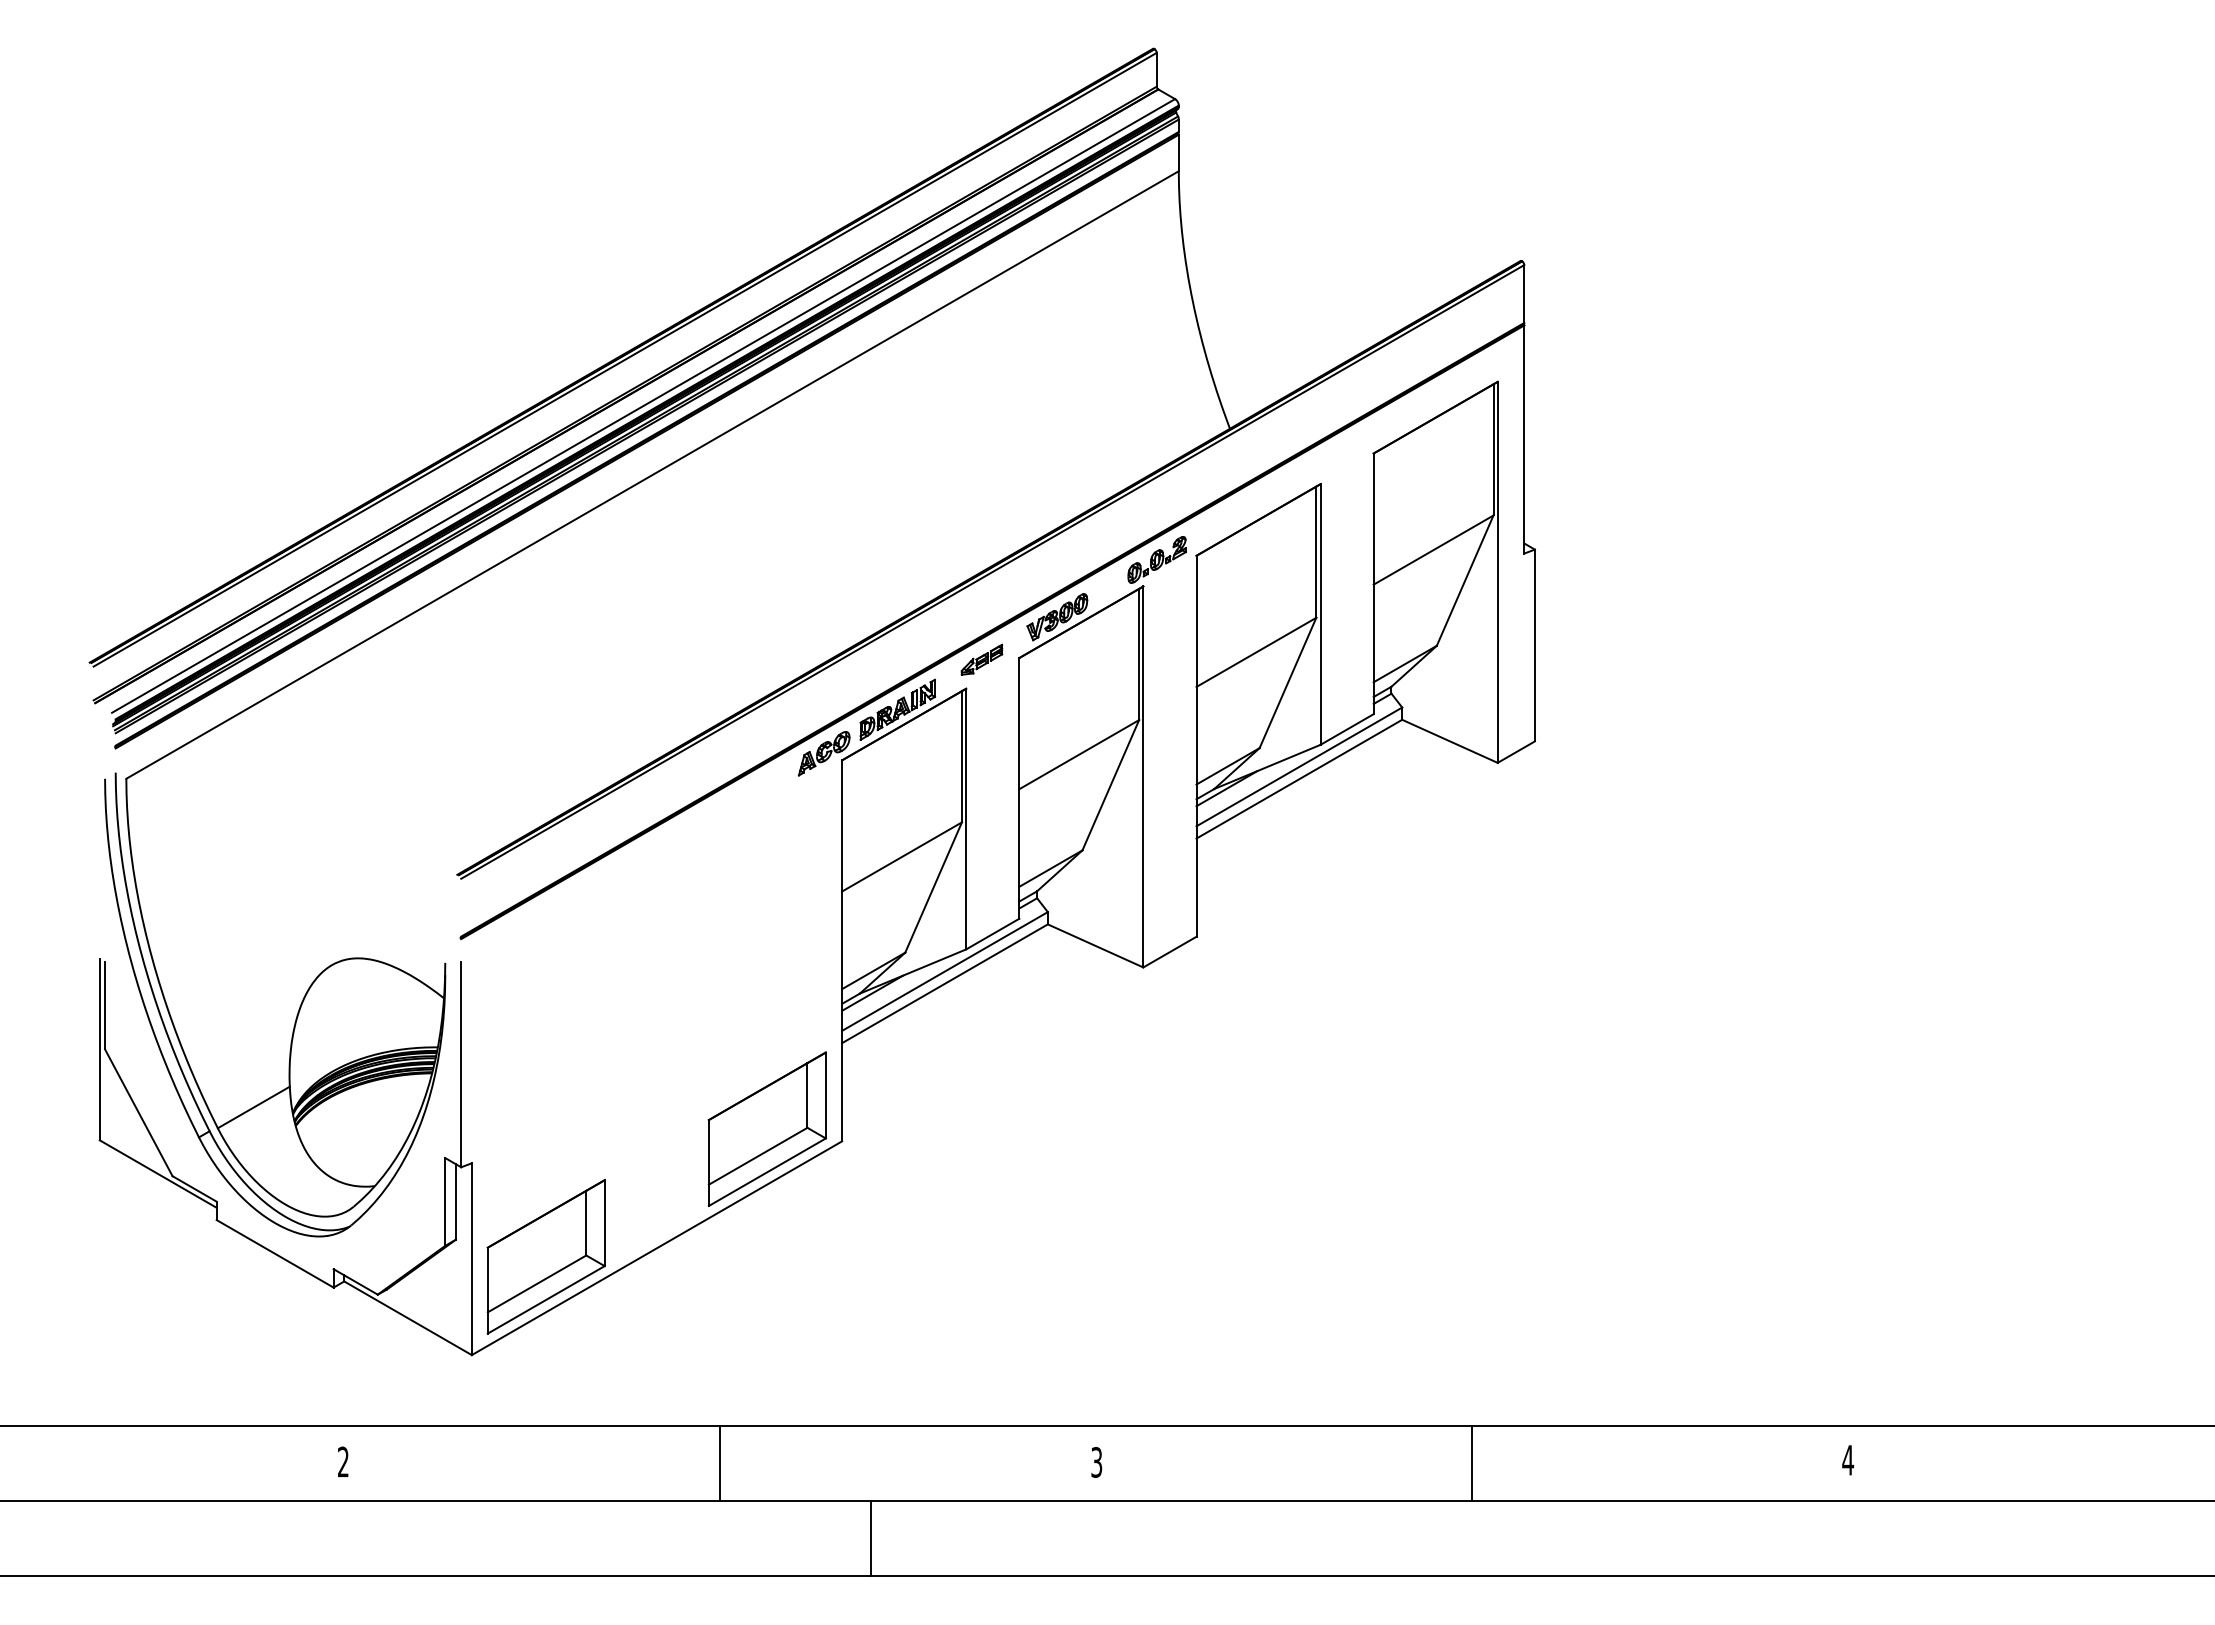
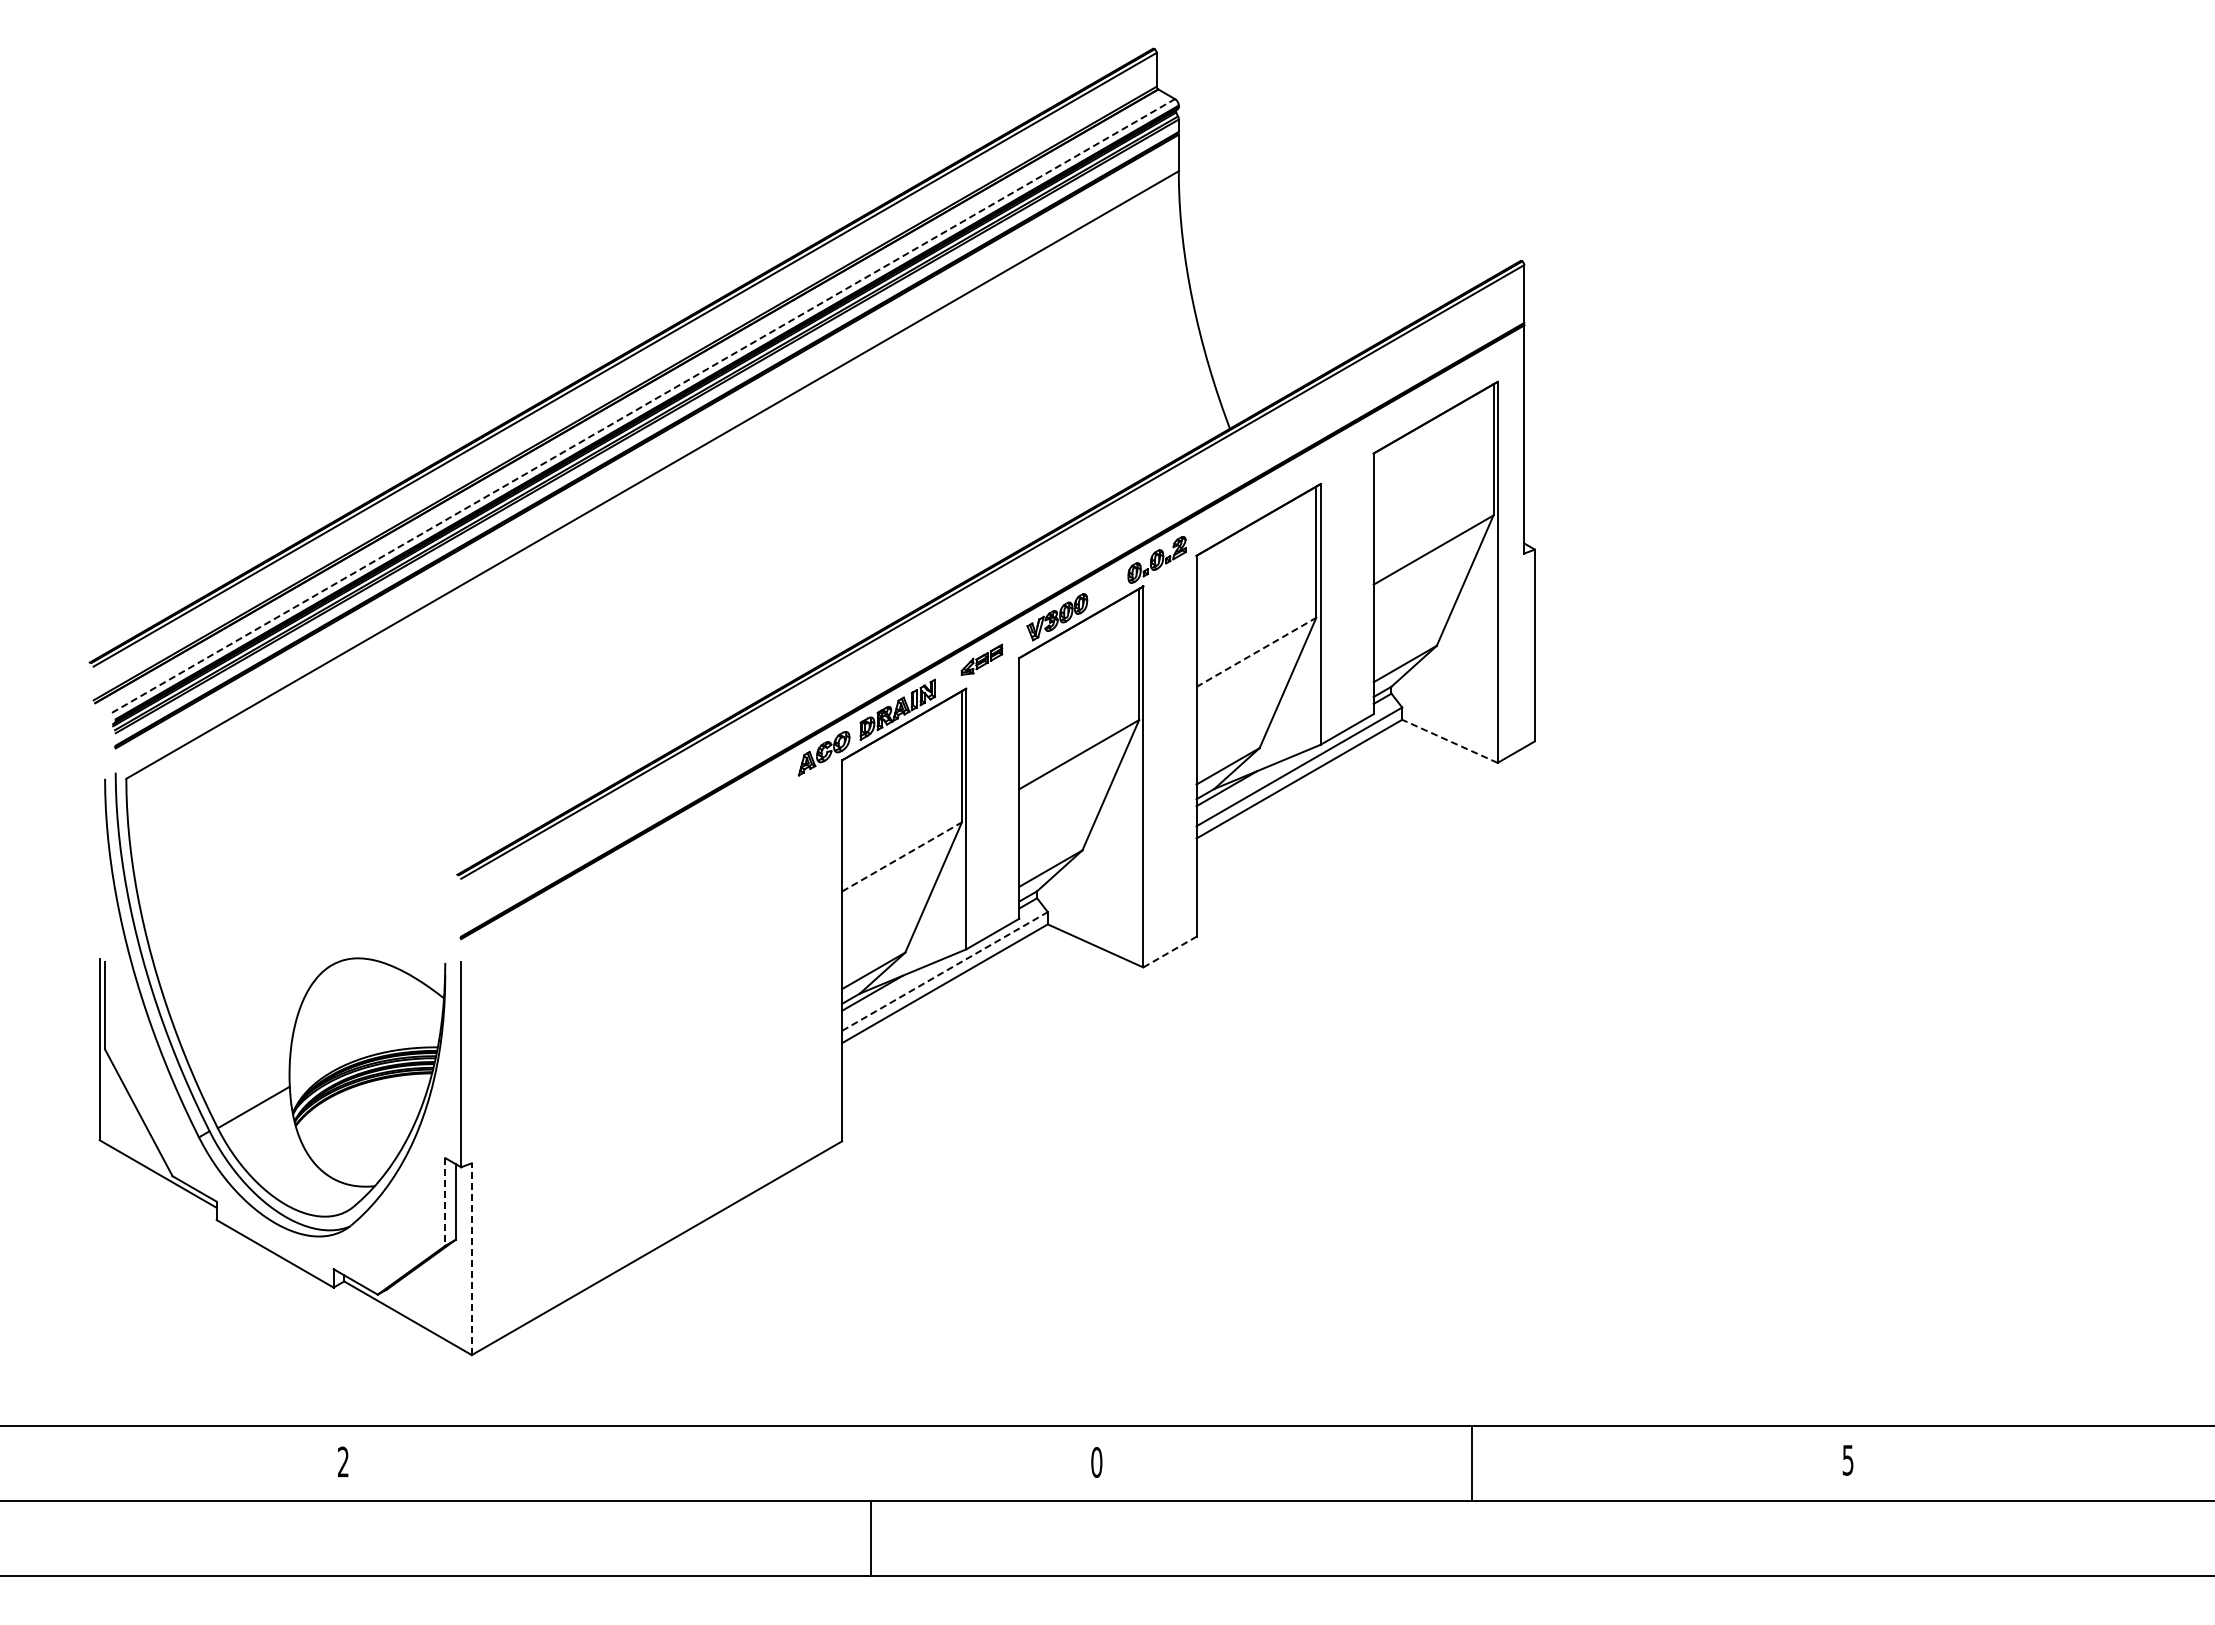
line at (643, 405): solid -> dashed
line at (1256, 652): solid -> dashed
line at (1449, 741): solid -> dashed
line at (902, 856): solid -> dashed
line at (1169, 952): solid -> dashed
line at (944, 971): solid -> dashed
part at (766, 1128): present -> none
line at (445, 1201): solid -> dashed
part at (545, 1256): present -> none
line at (471, 1259): solid -> dashed
text at (1848, 1460): 4 -> 5
text at (1096, 1462): 3 -> 0
line at (720, 1463): present -> none
